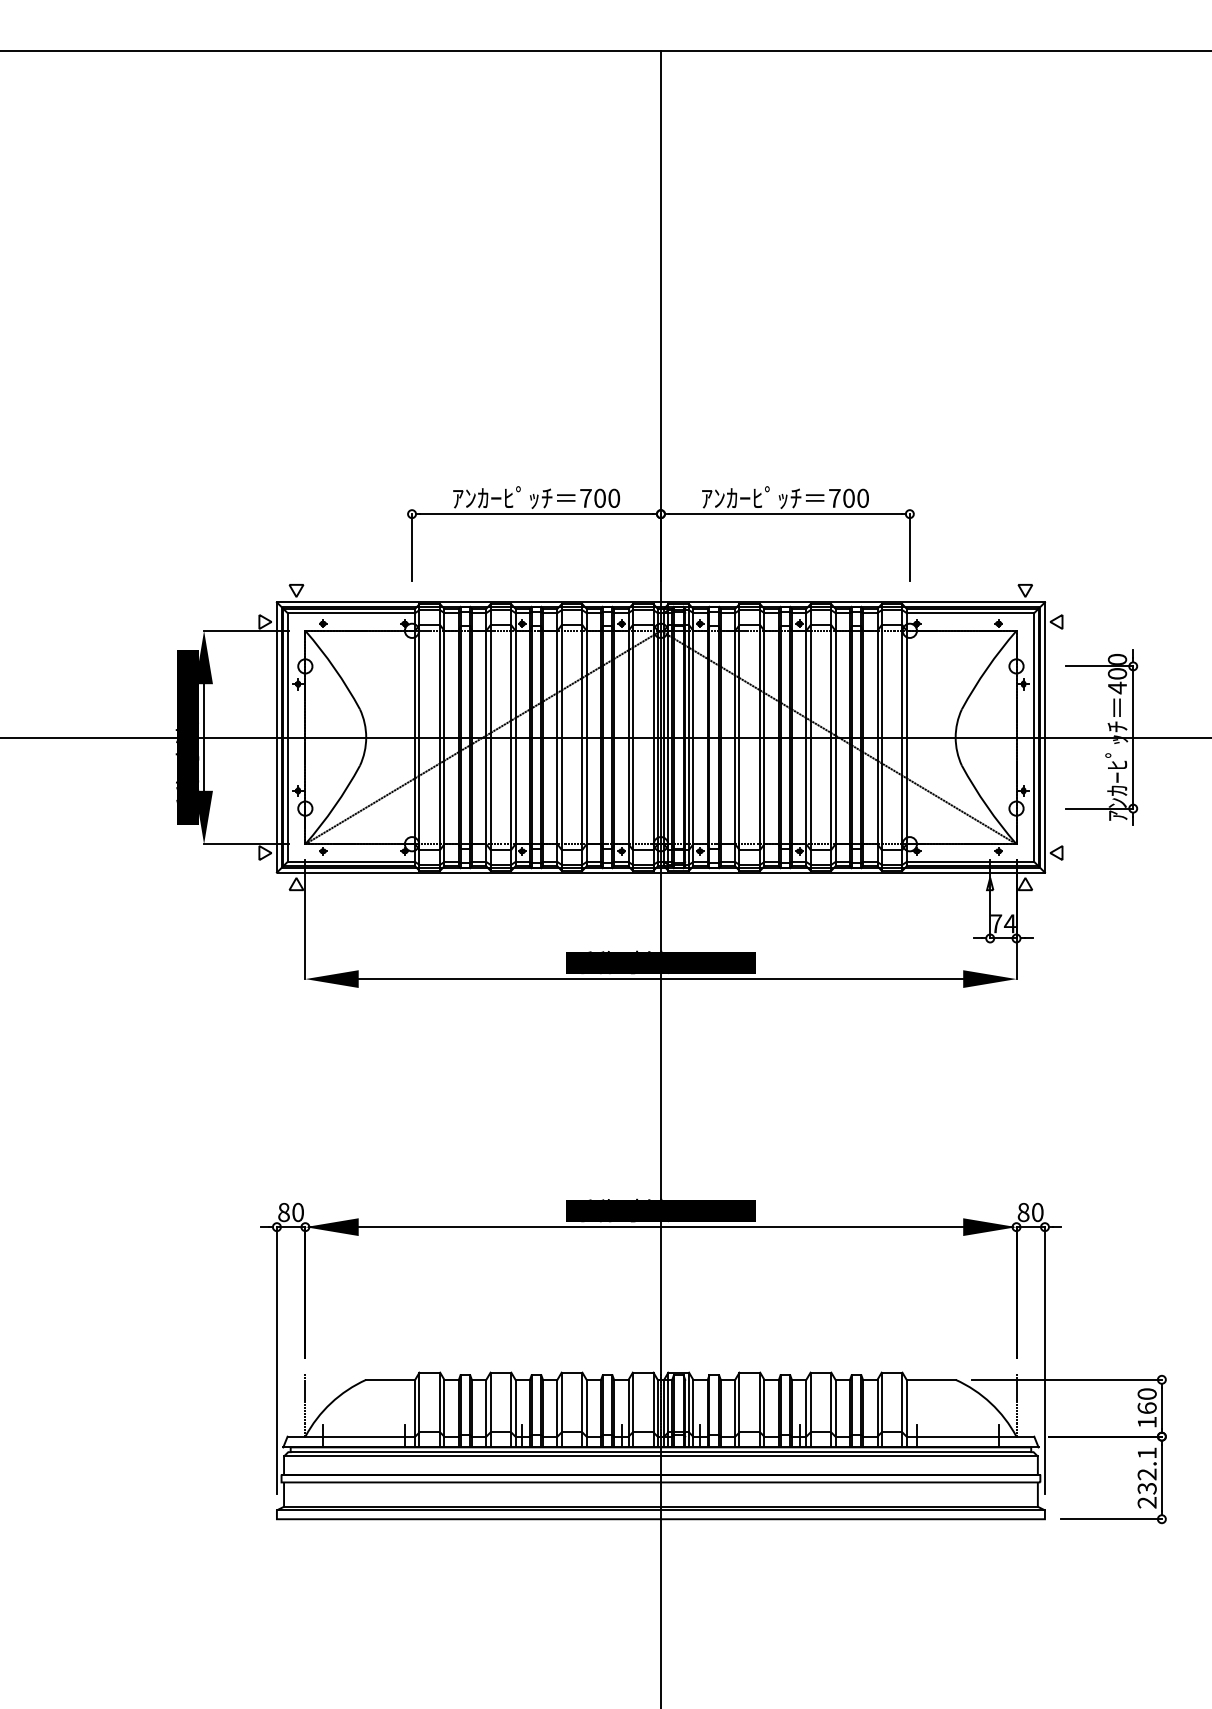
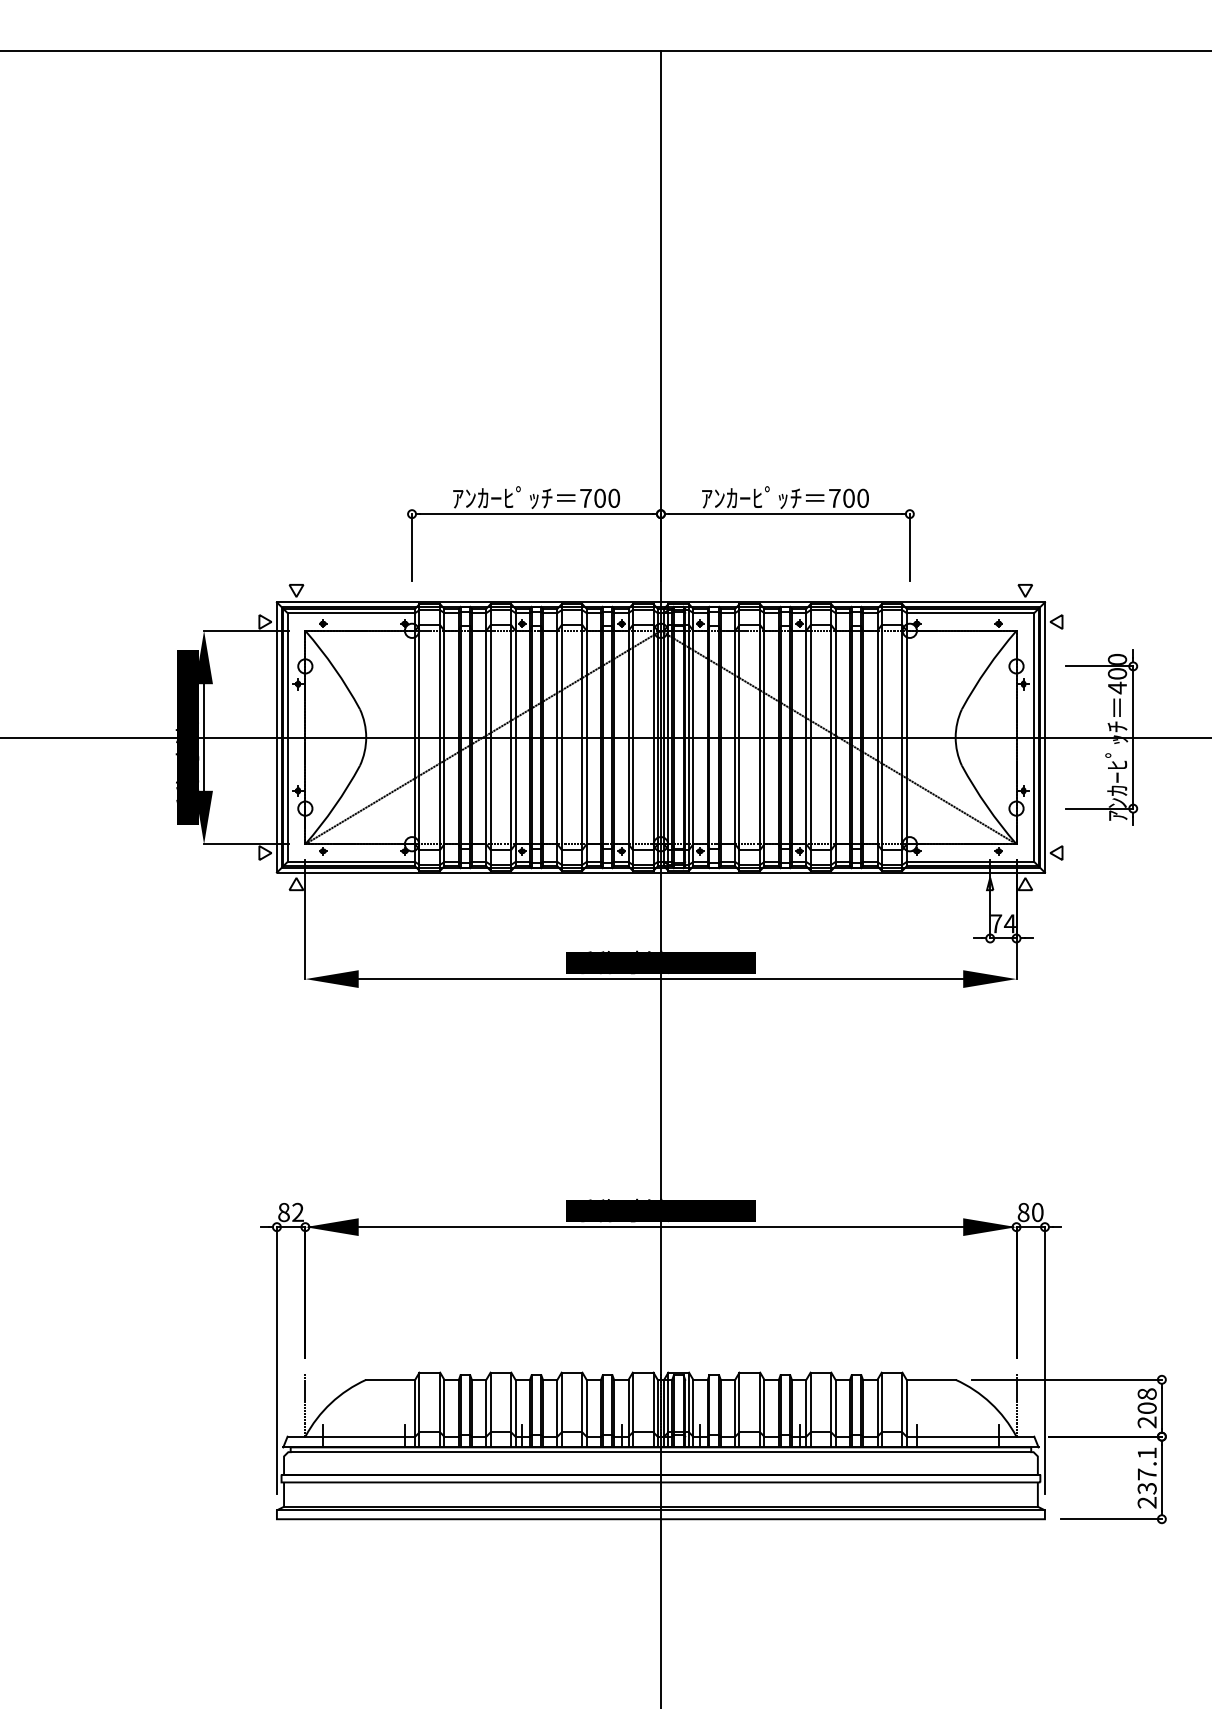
text at (297, 1212): 80 -> 82
text at (1146, 1408): 160 -> 208
line at (660, 1456): present -> none
text at (1146, 1474): 232.1 -> 237.1
